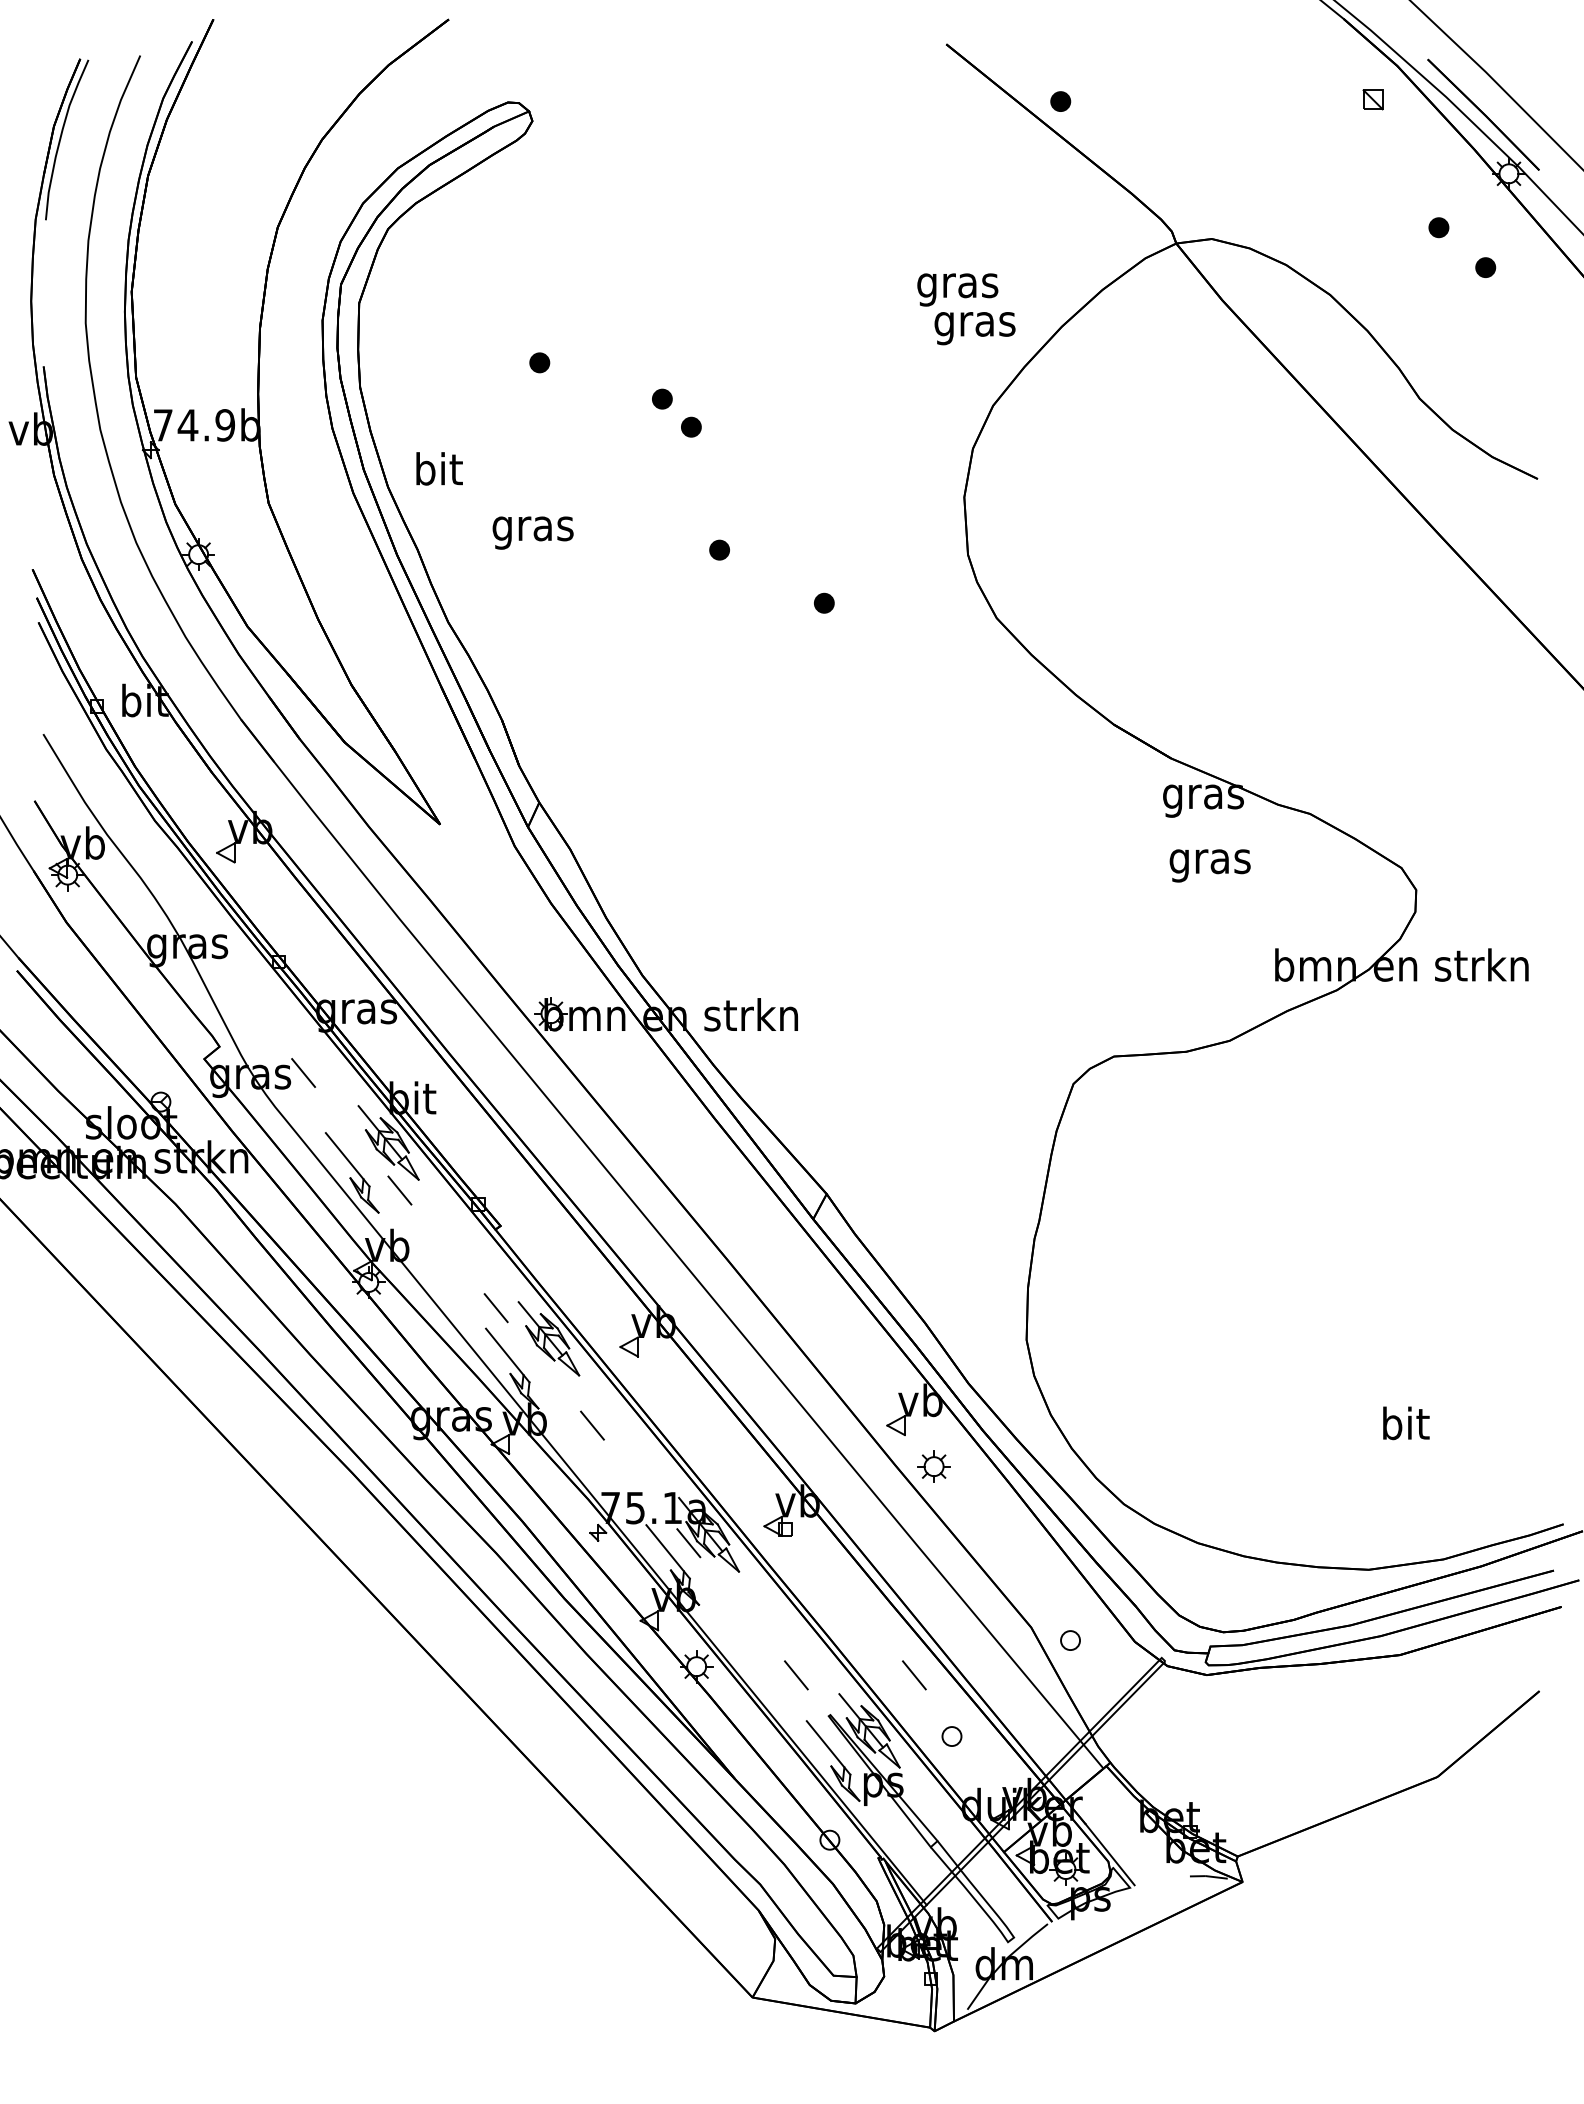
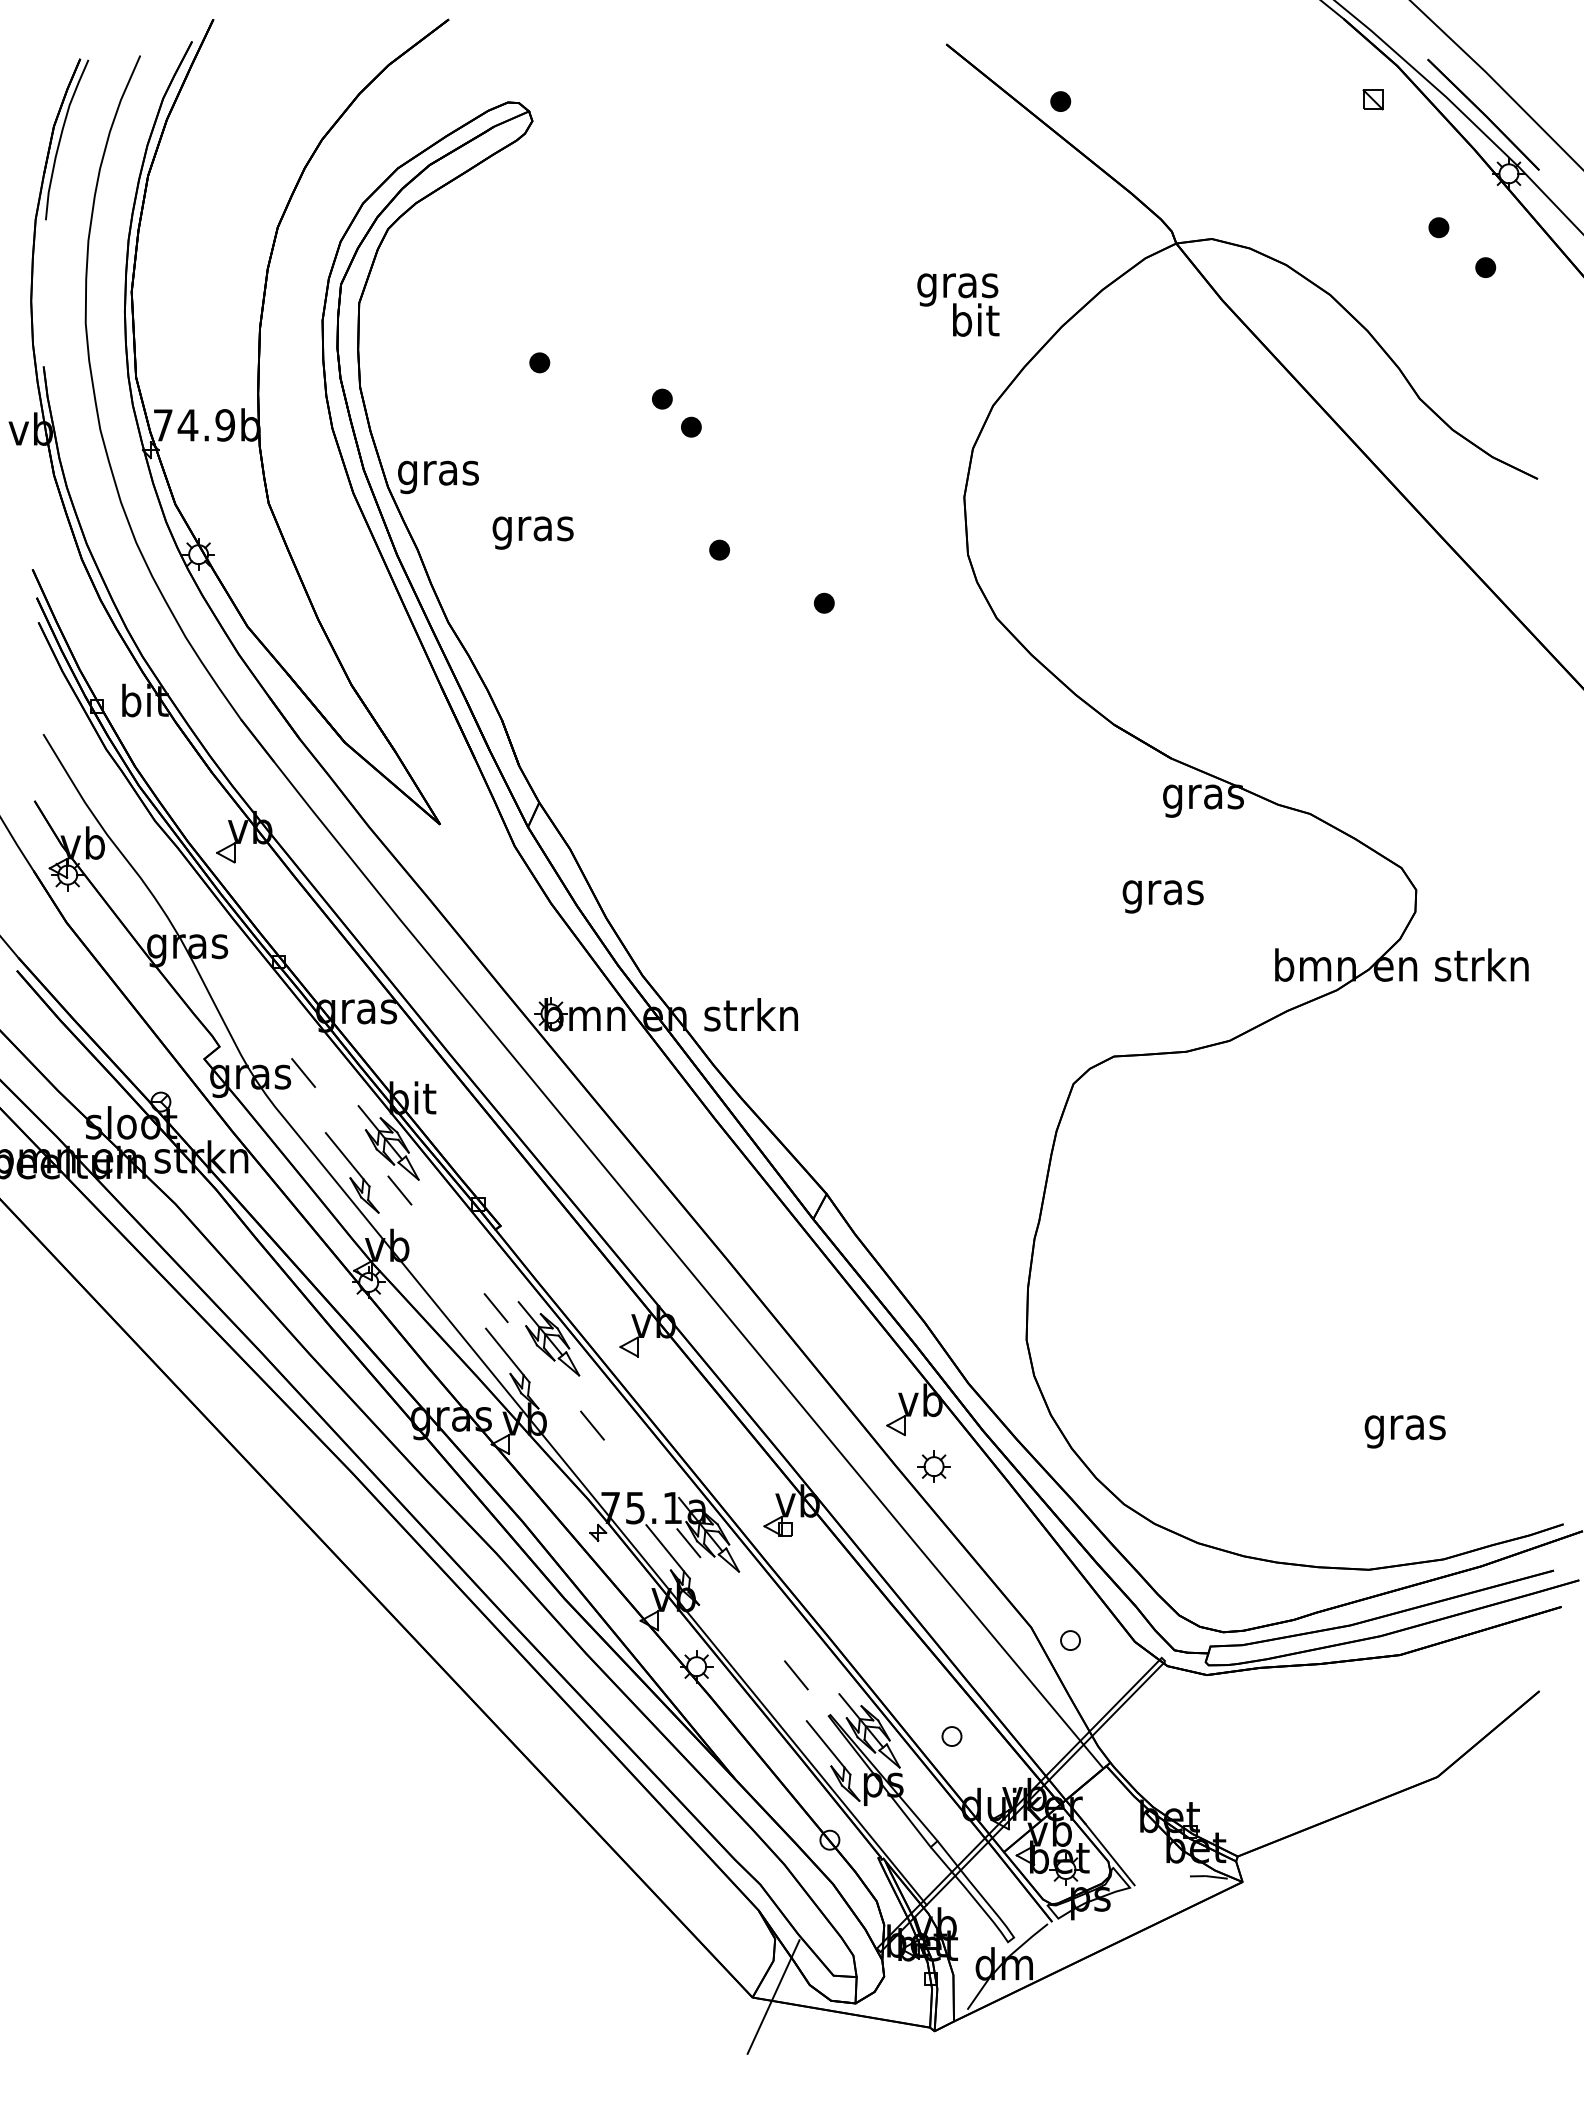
text at (974, 324): gras -> bit
text at (438, 473): bit -> gras
text at (1209, 865) position: (1209, 865) -> (1162, 896)
text at (1404, 1427): bit -> gras
line at (914, 1675): present -> none
line at (773, 1996): none -> present
